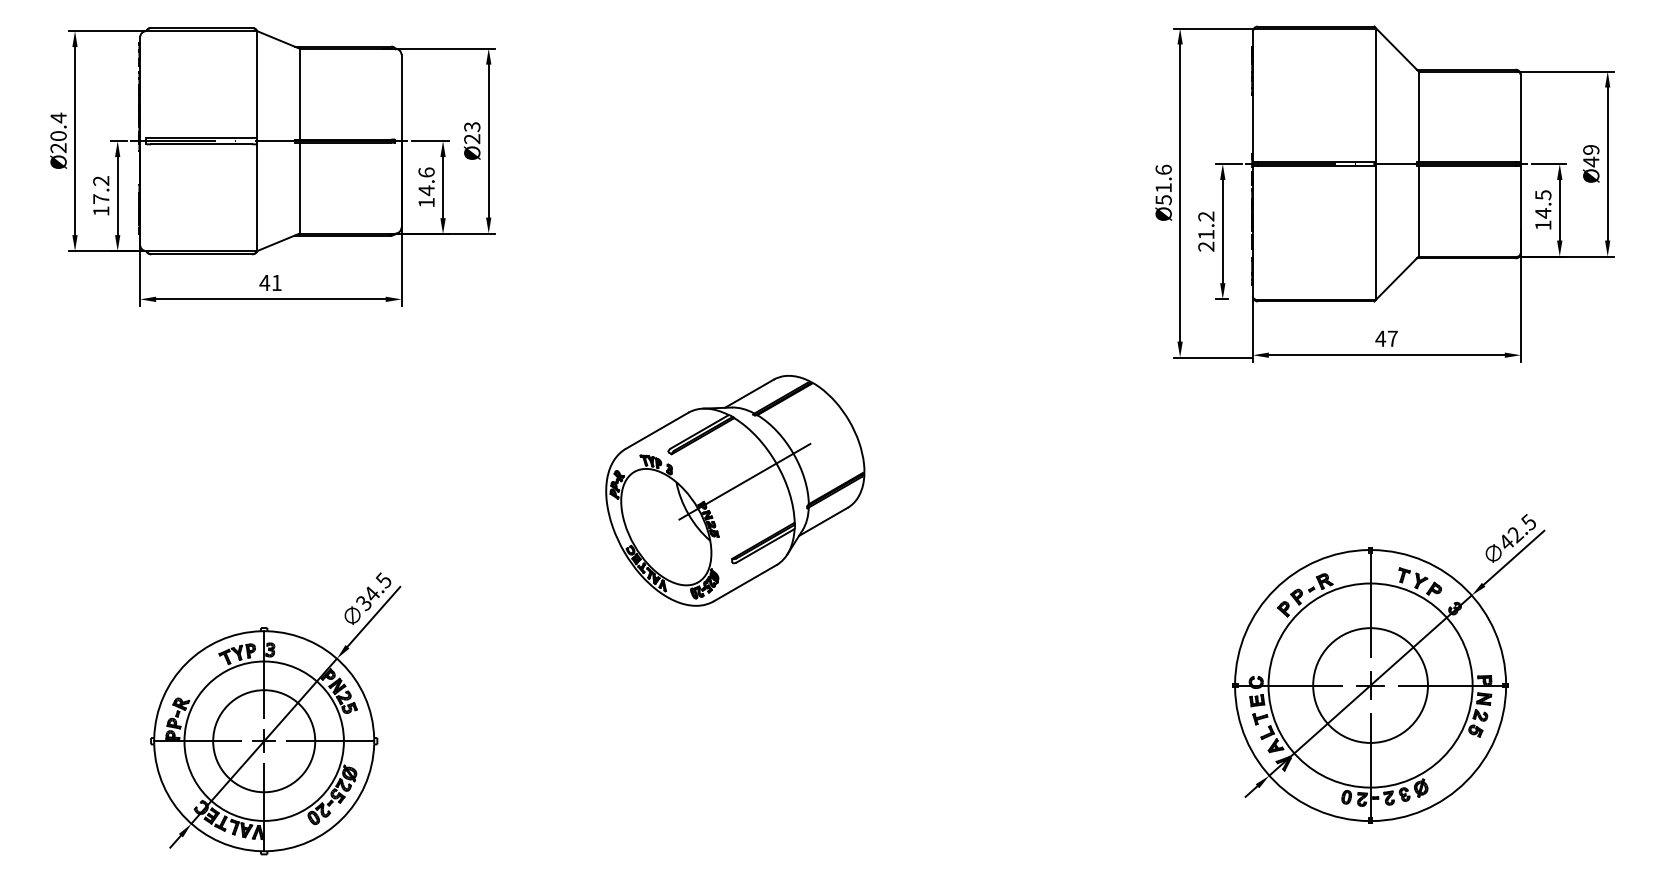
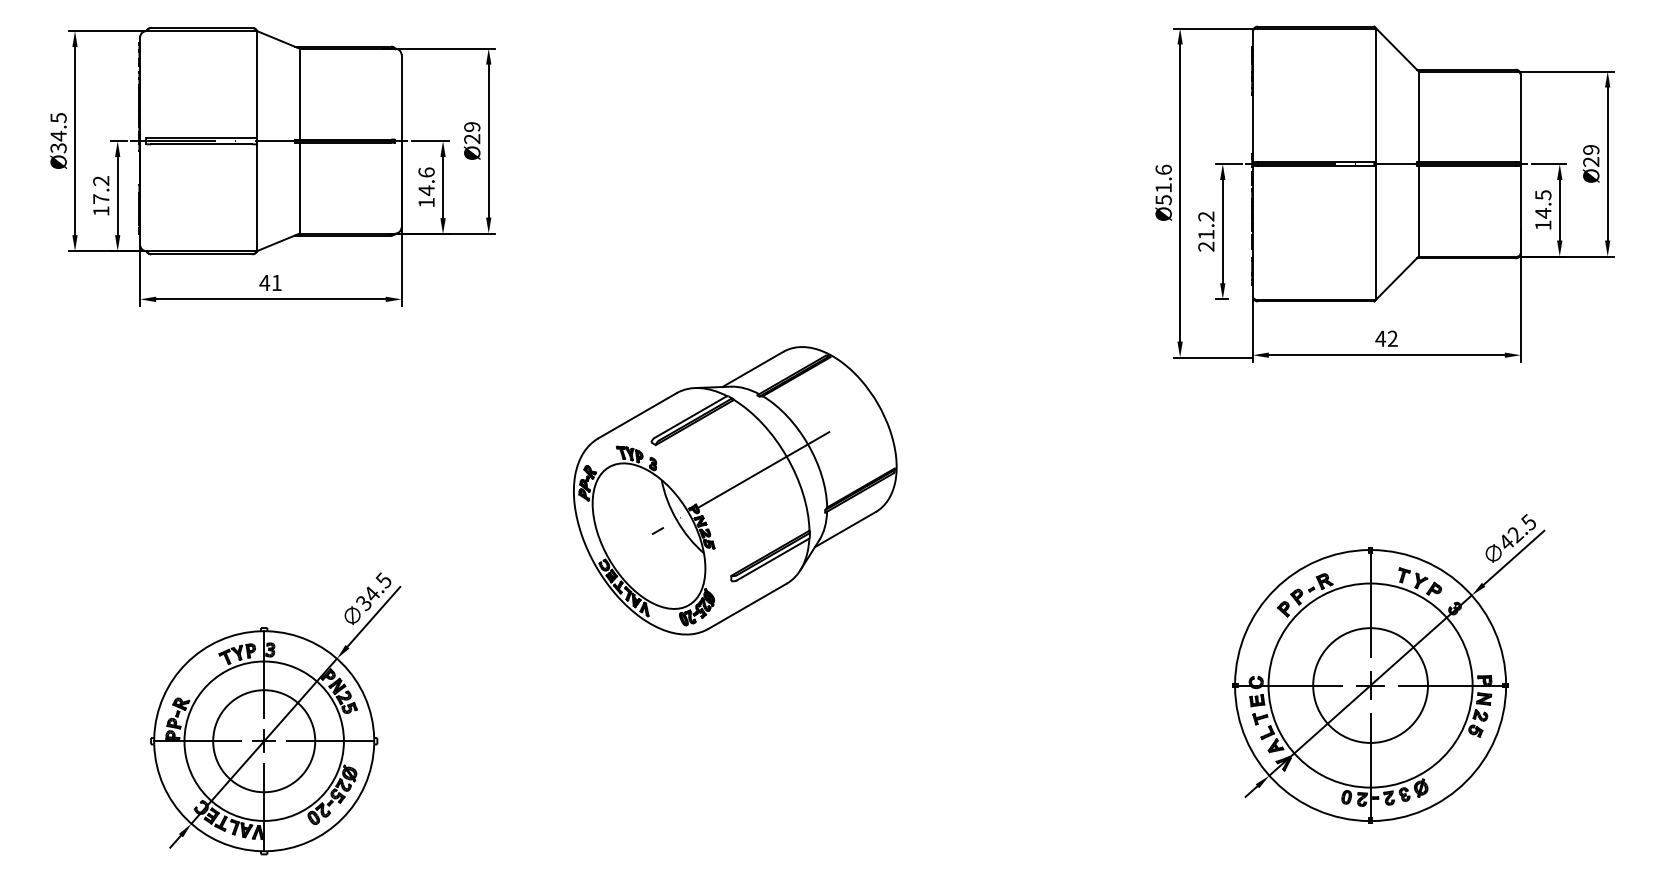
text at (472, 127): Ø23 -> Ø29
text at (58, 132): Ø20.4 -> Ø34.5
text at (1591, 161): Ø49 -> Ø29
text at (1392, 338): 47 -> 42
part at (735, 490) size: 261x232 px -> 325x290 px
